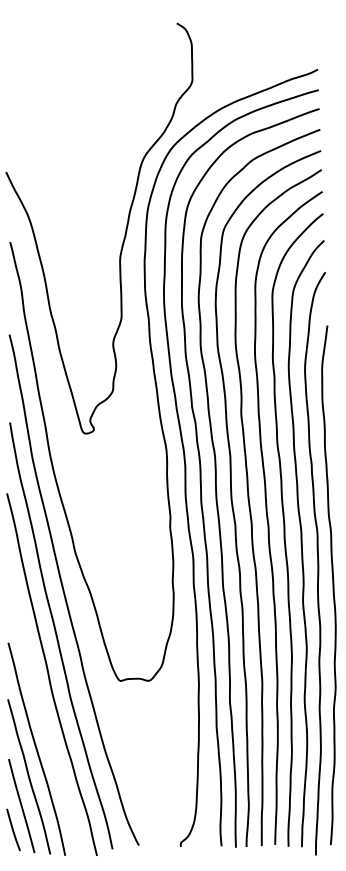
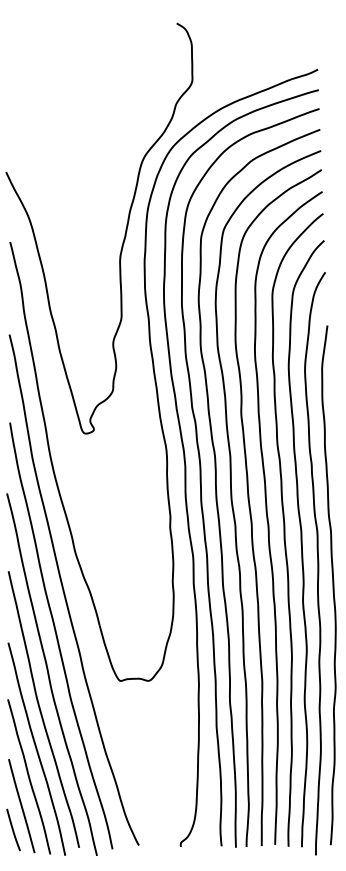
curve at (41, 710): none -> present
